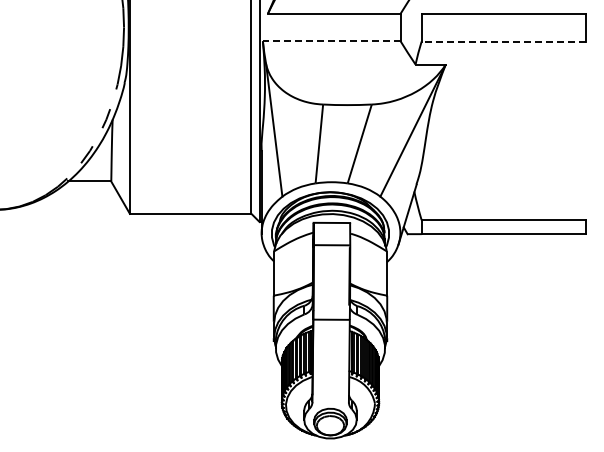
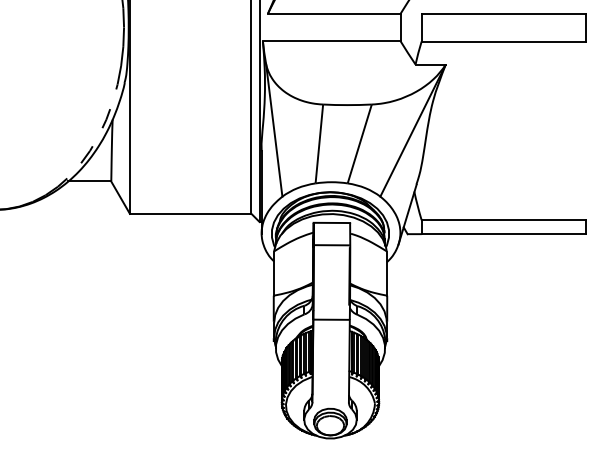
line at (331, 41): dashed -> solid
line at (503, 41): dashed -> solid
